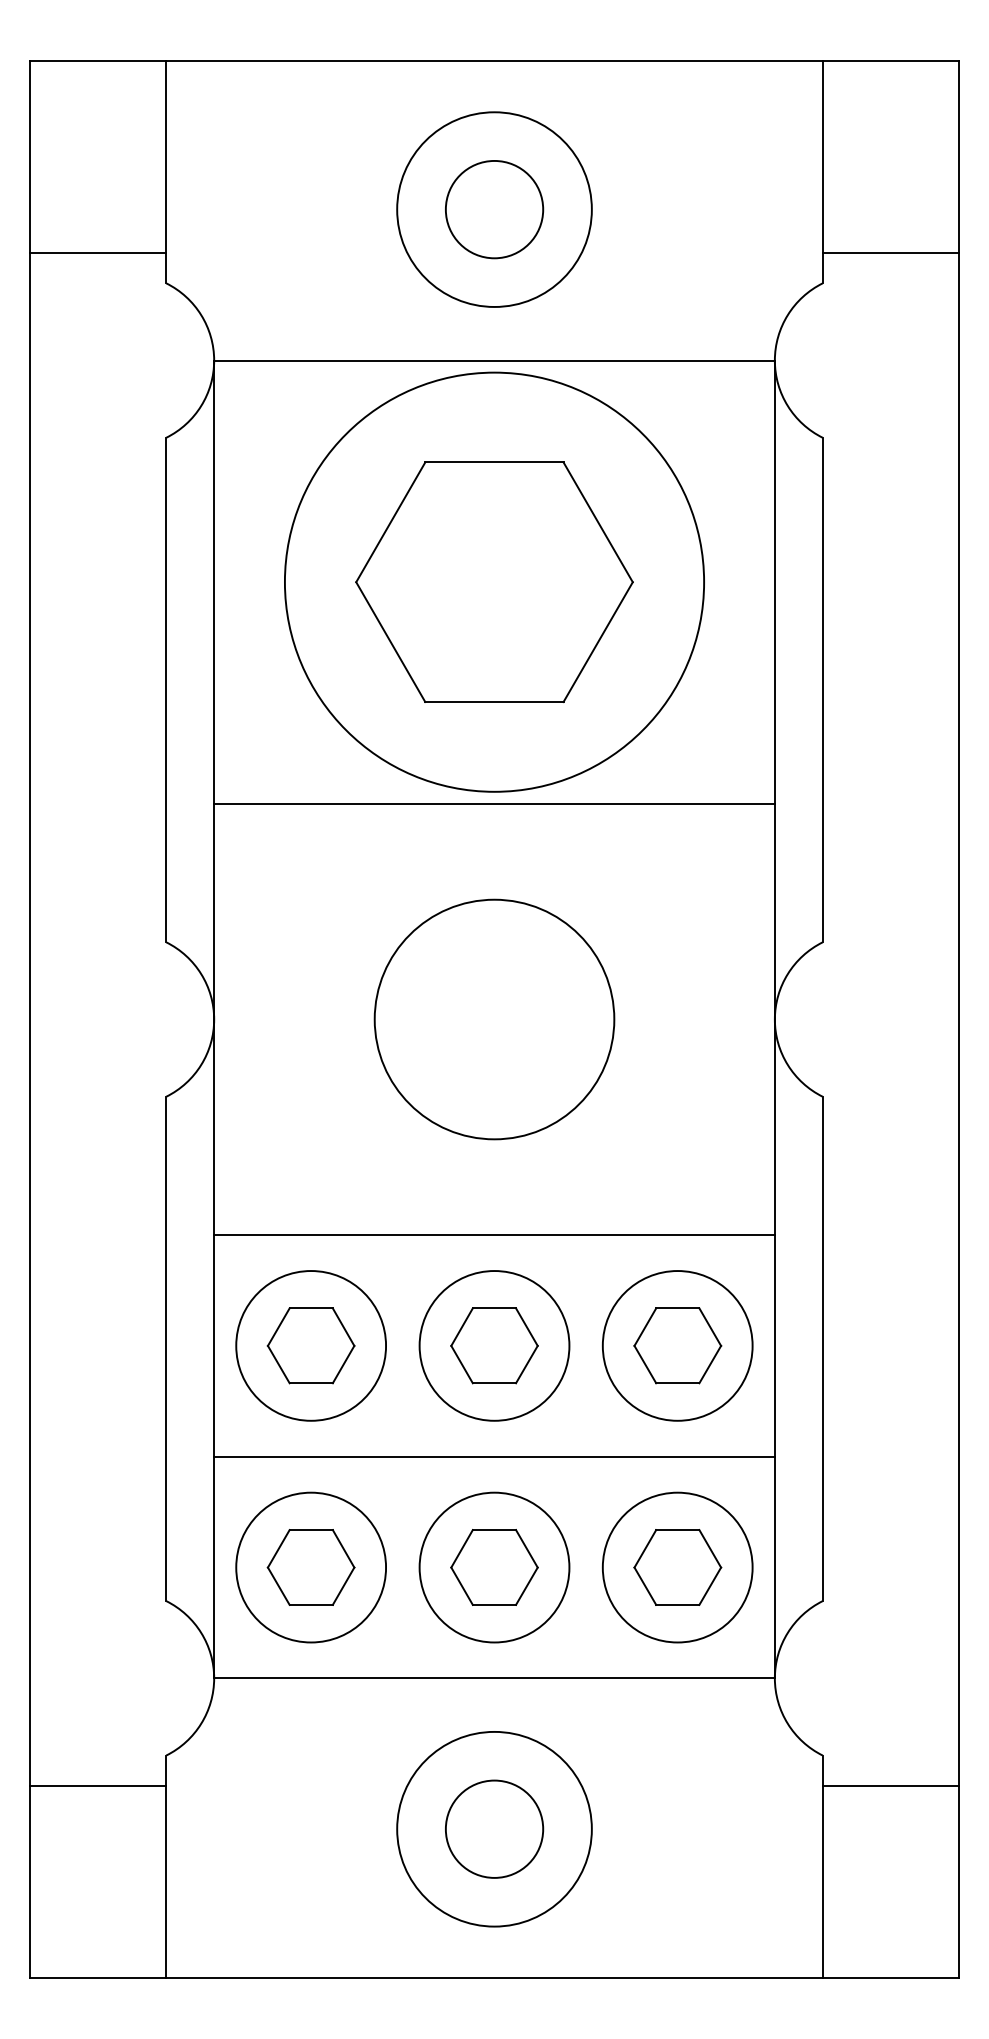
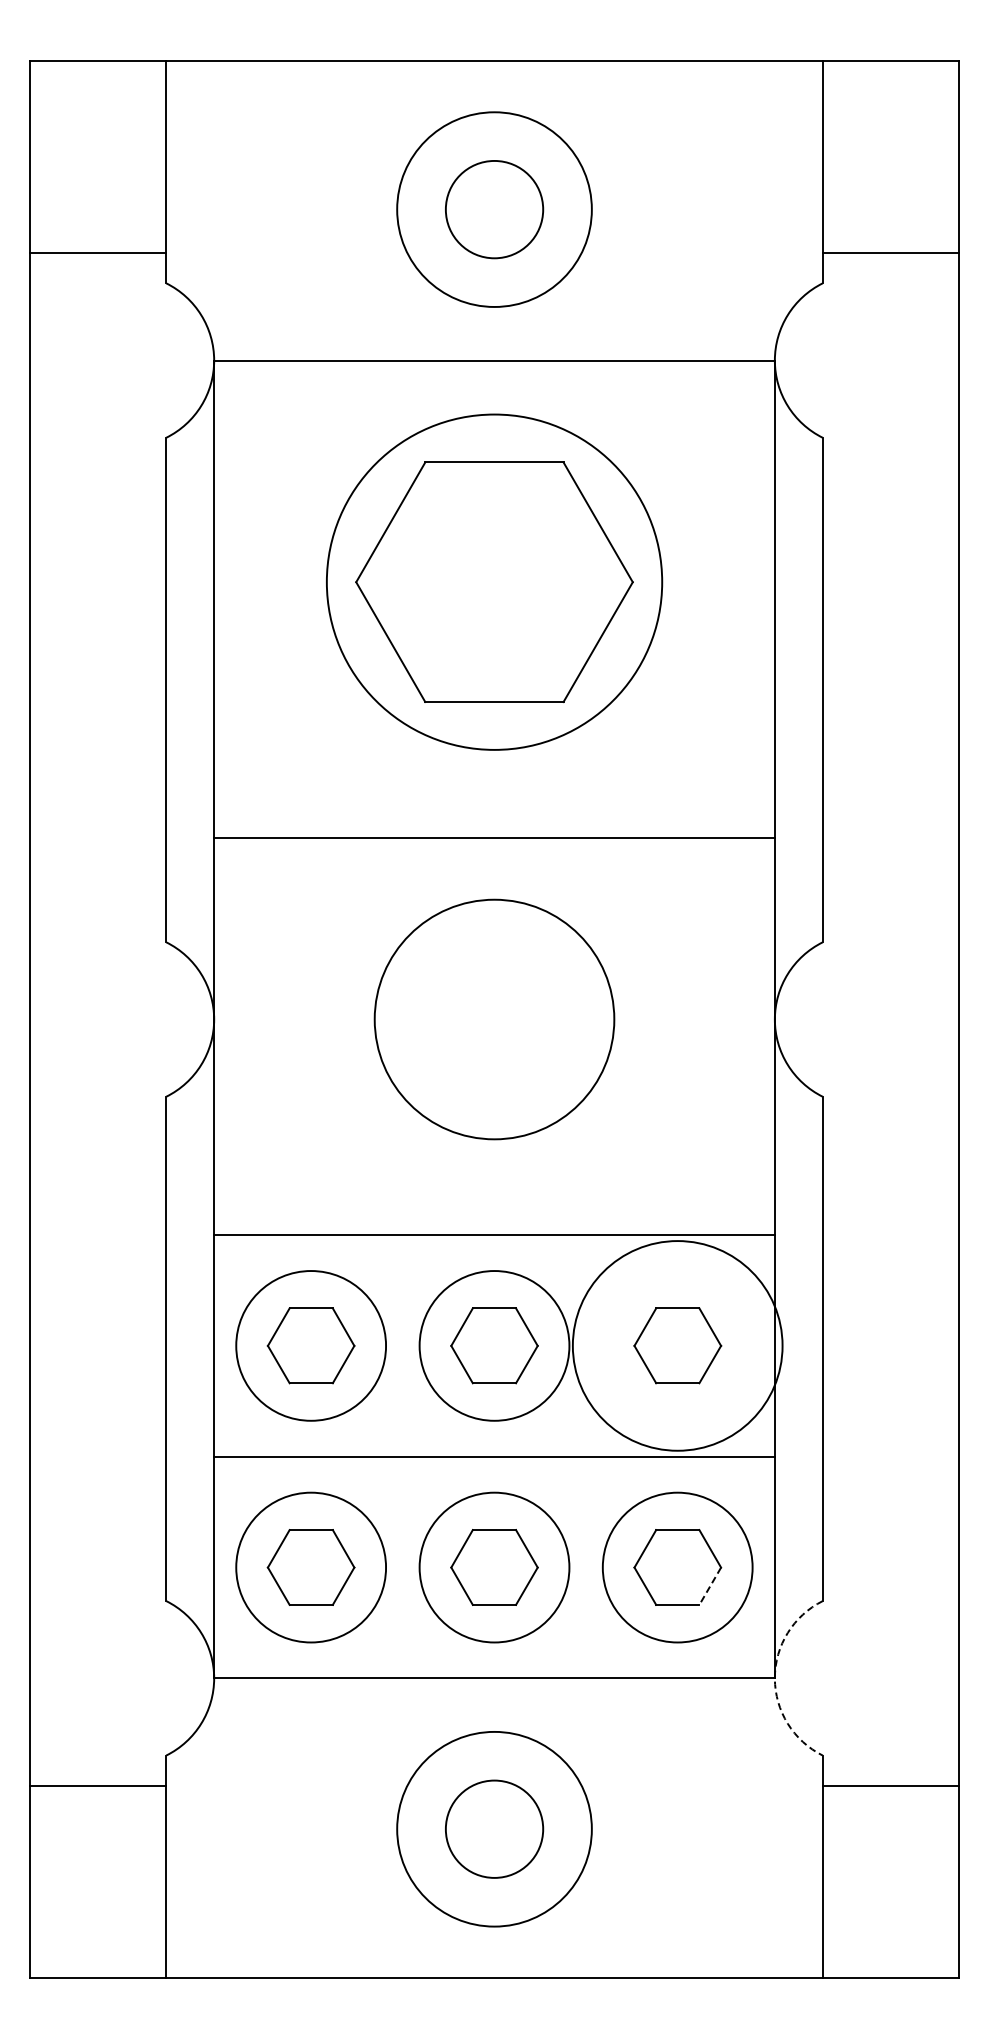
circle at (494, 581) diameter: 419 px -> 335 px
line at (494, 803) position: (494, 803) -> (494, 837)
circle at (677, 1345) diameter: 150 px -> 210 px
line at (710, 1586): solid -> dashed
arc at (774, 1678): solid -> dashed
